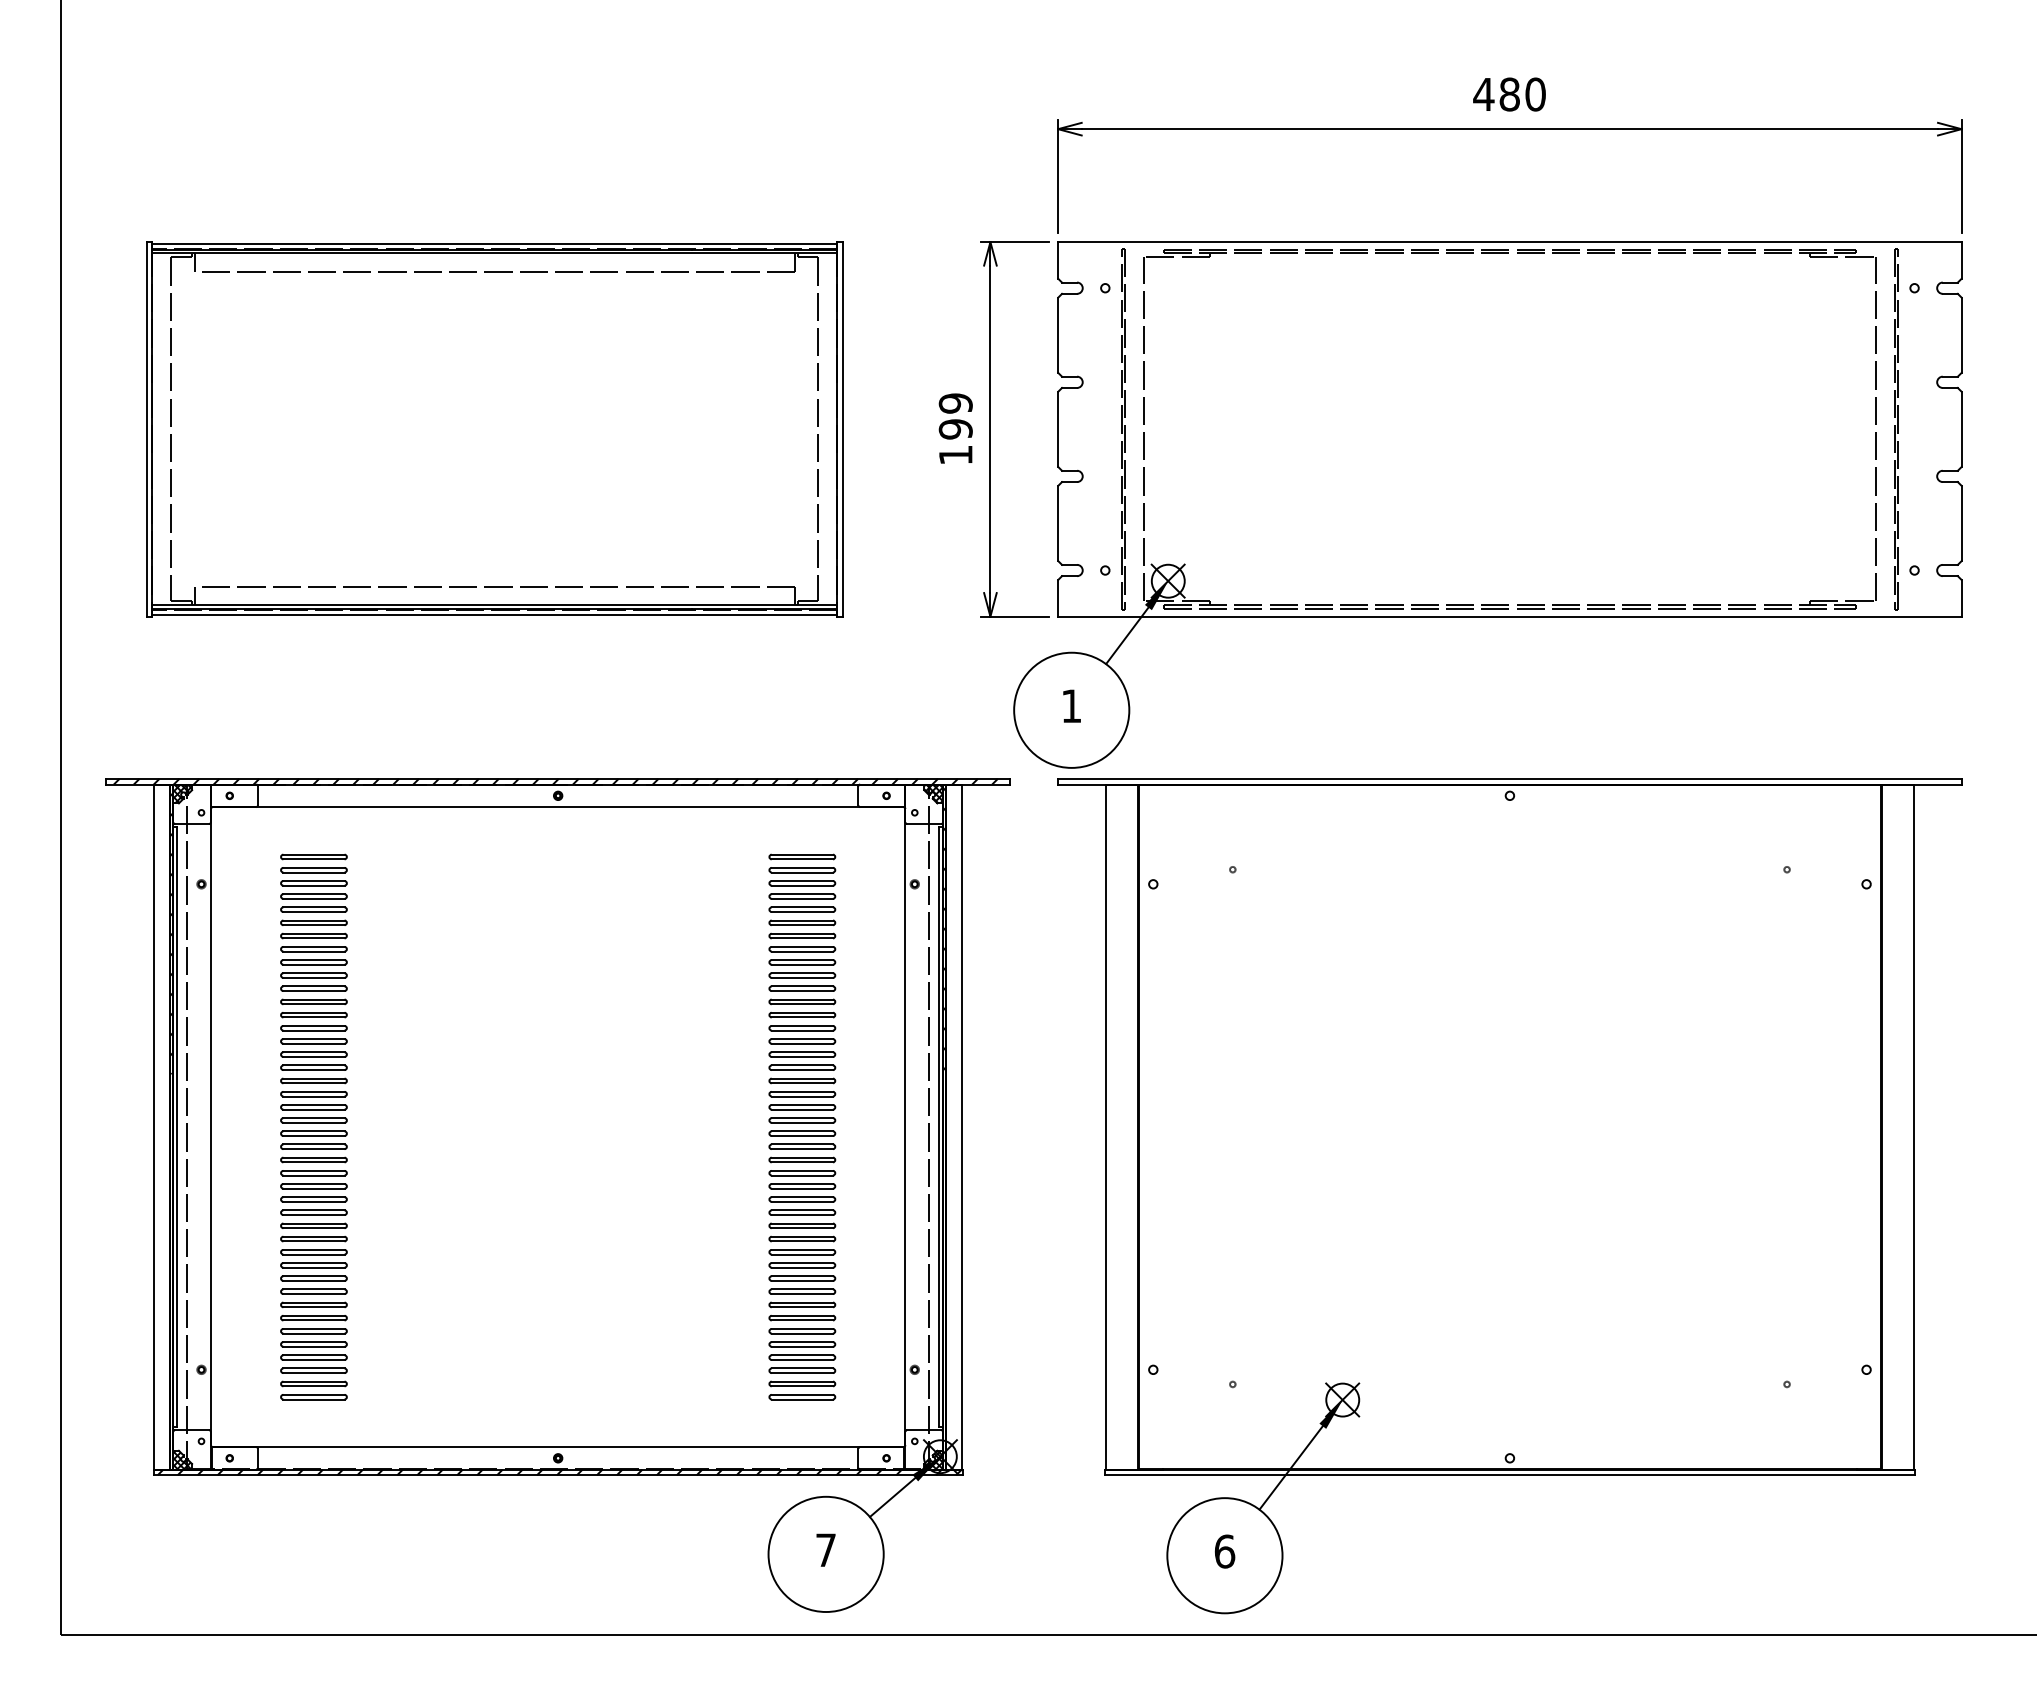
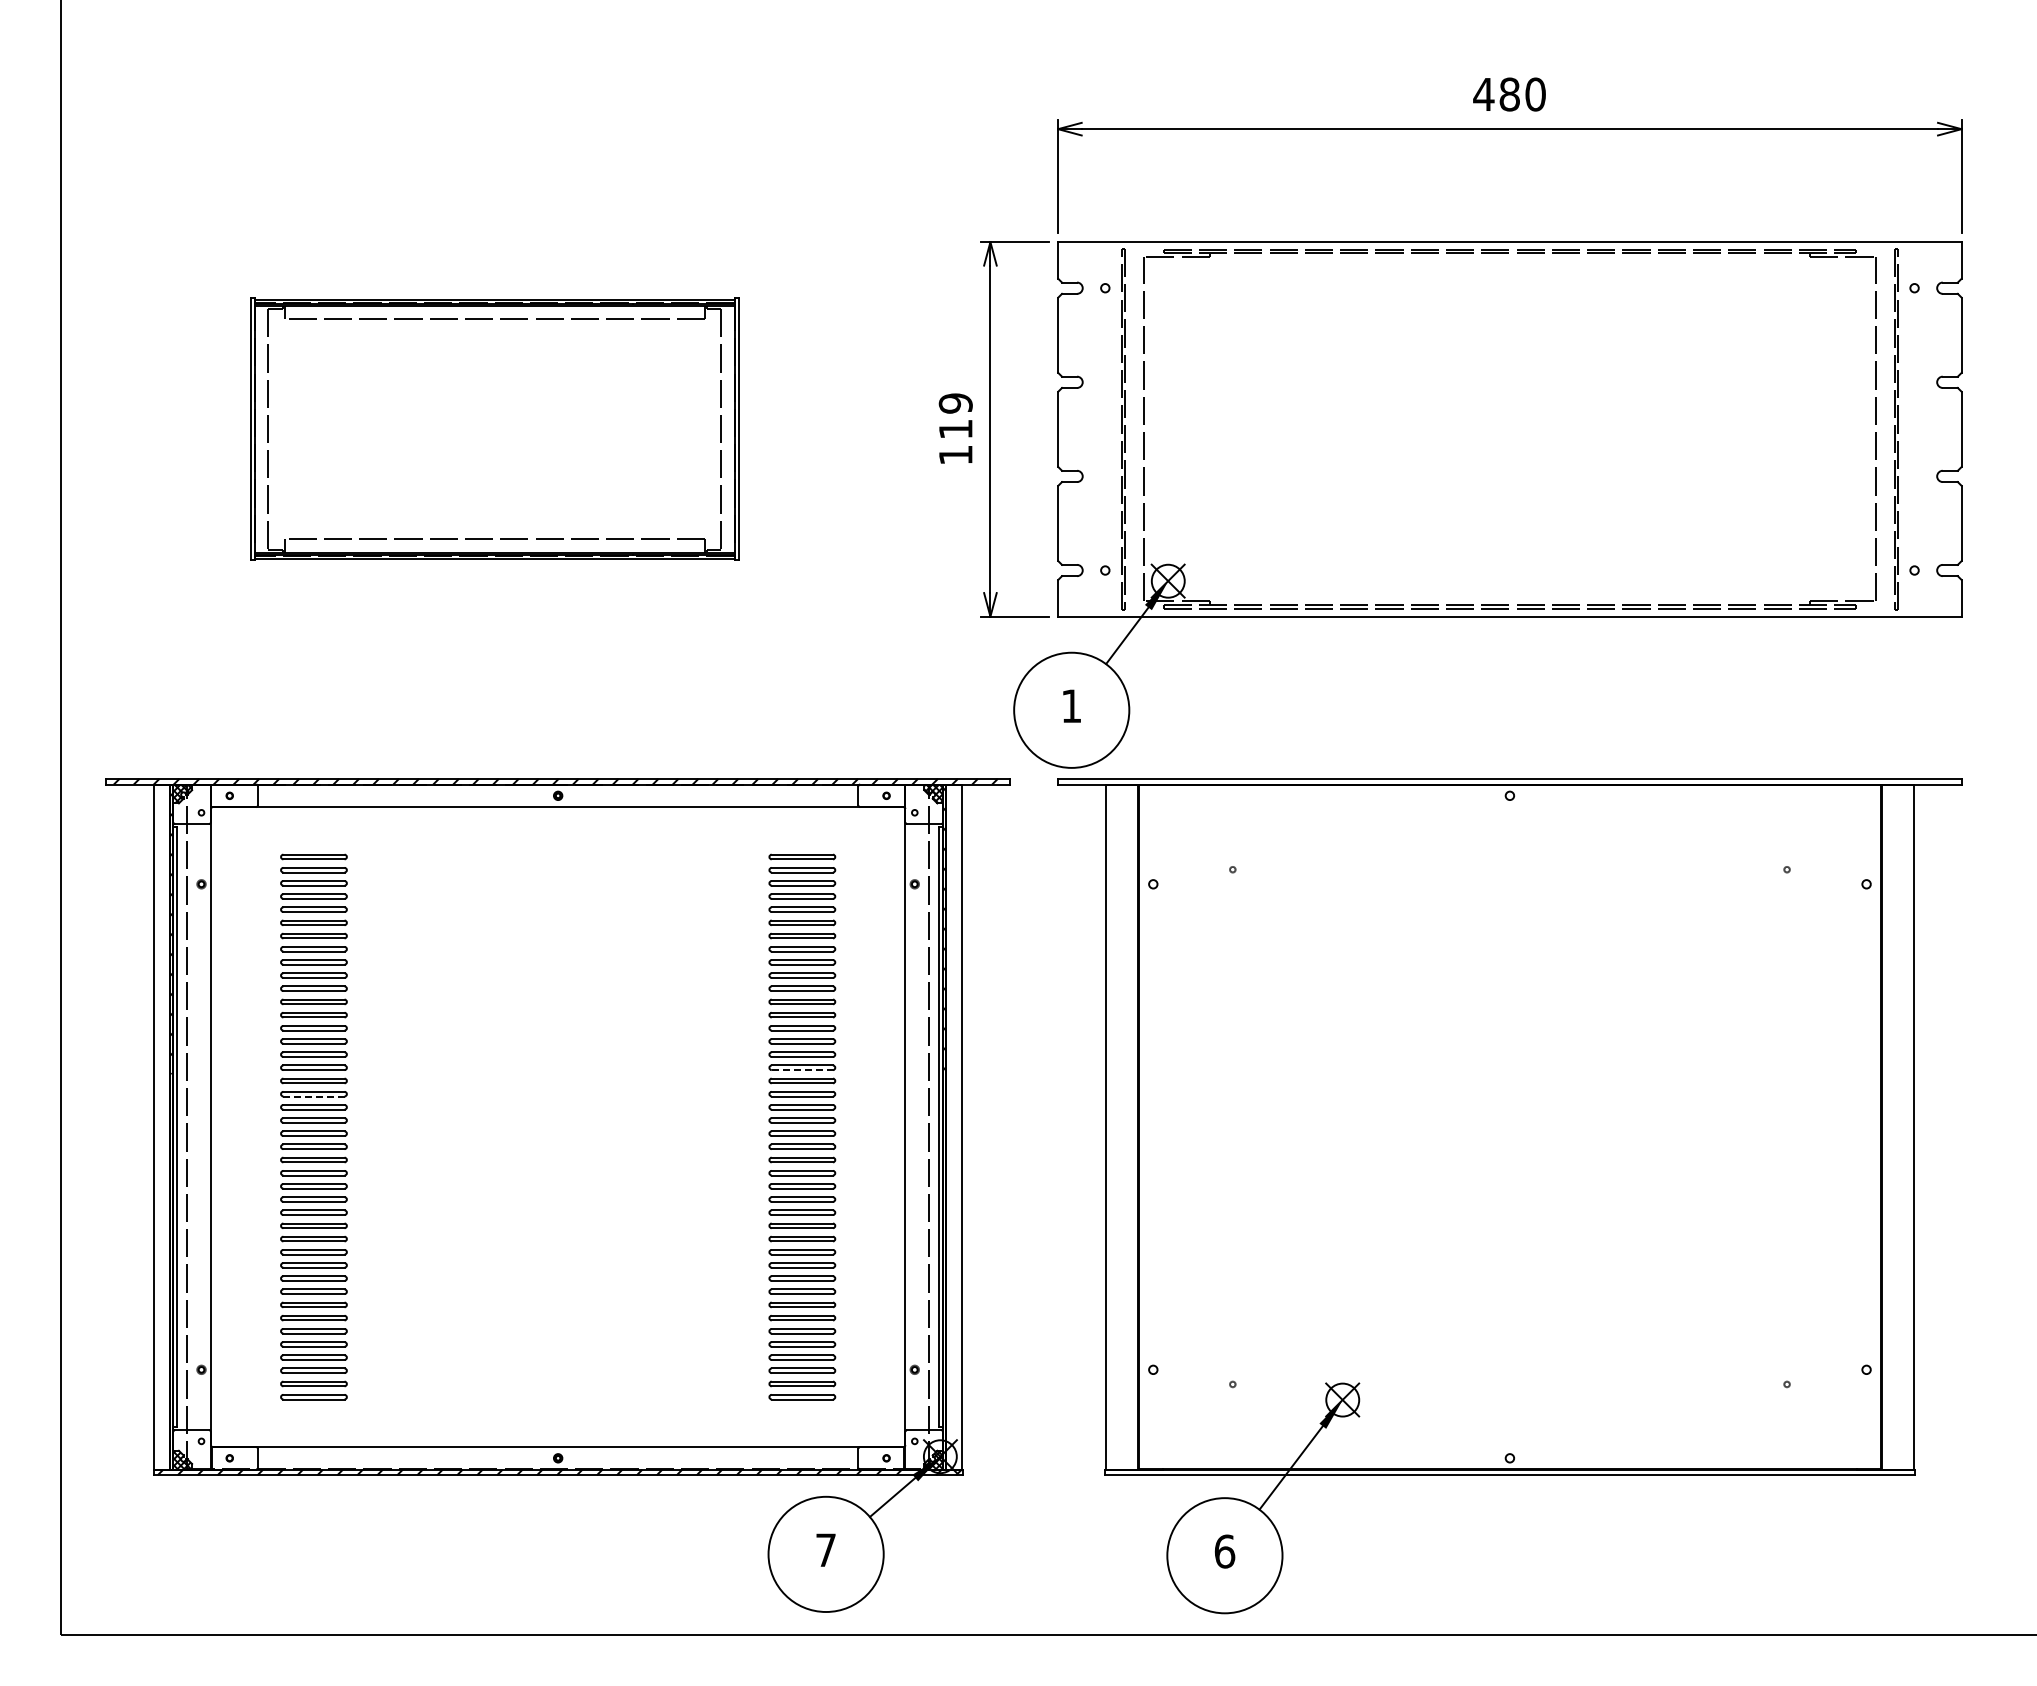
part at (494, 429) size: 698x377 px -> 490x264 px
text at (955, 429): 199 -> 119
line at (802, 1070): solid -> dashed
line at (313, 1096): solid -> dashed
